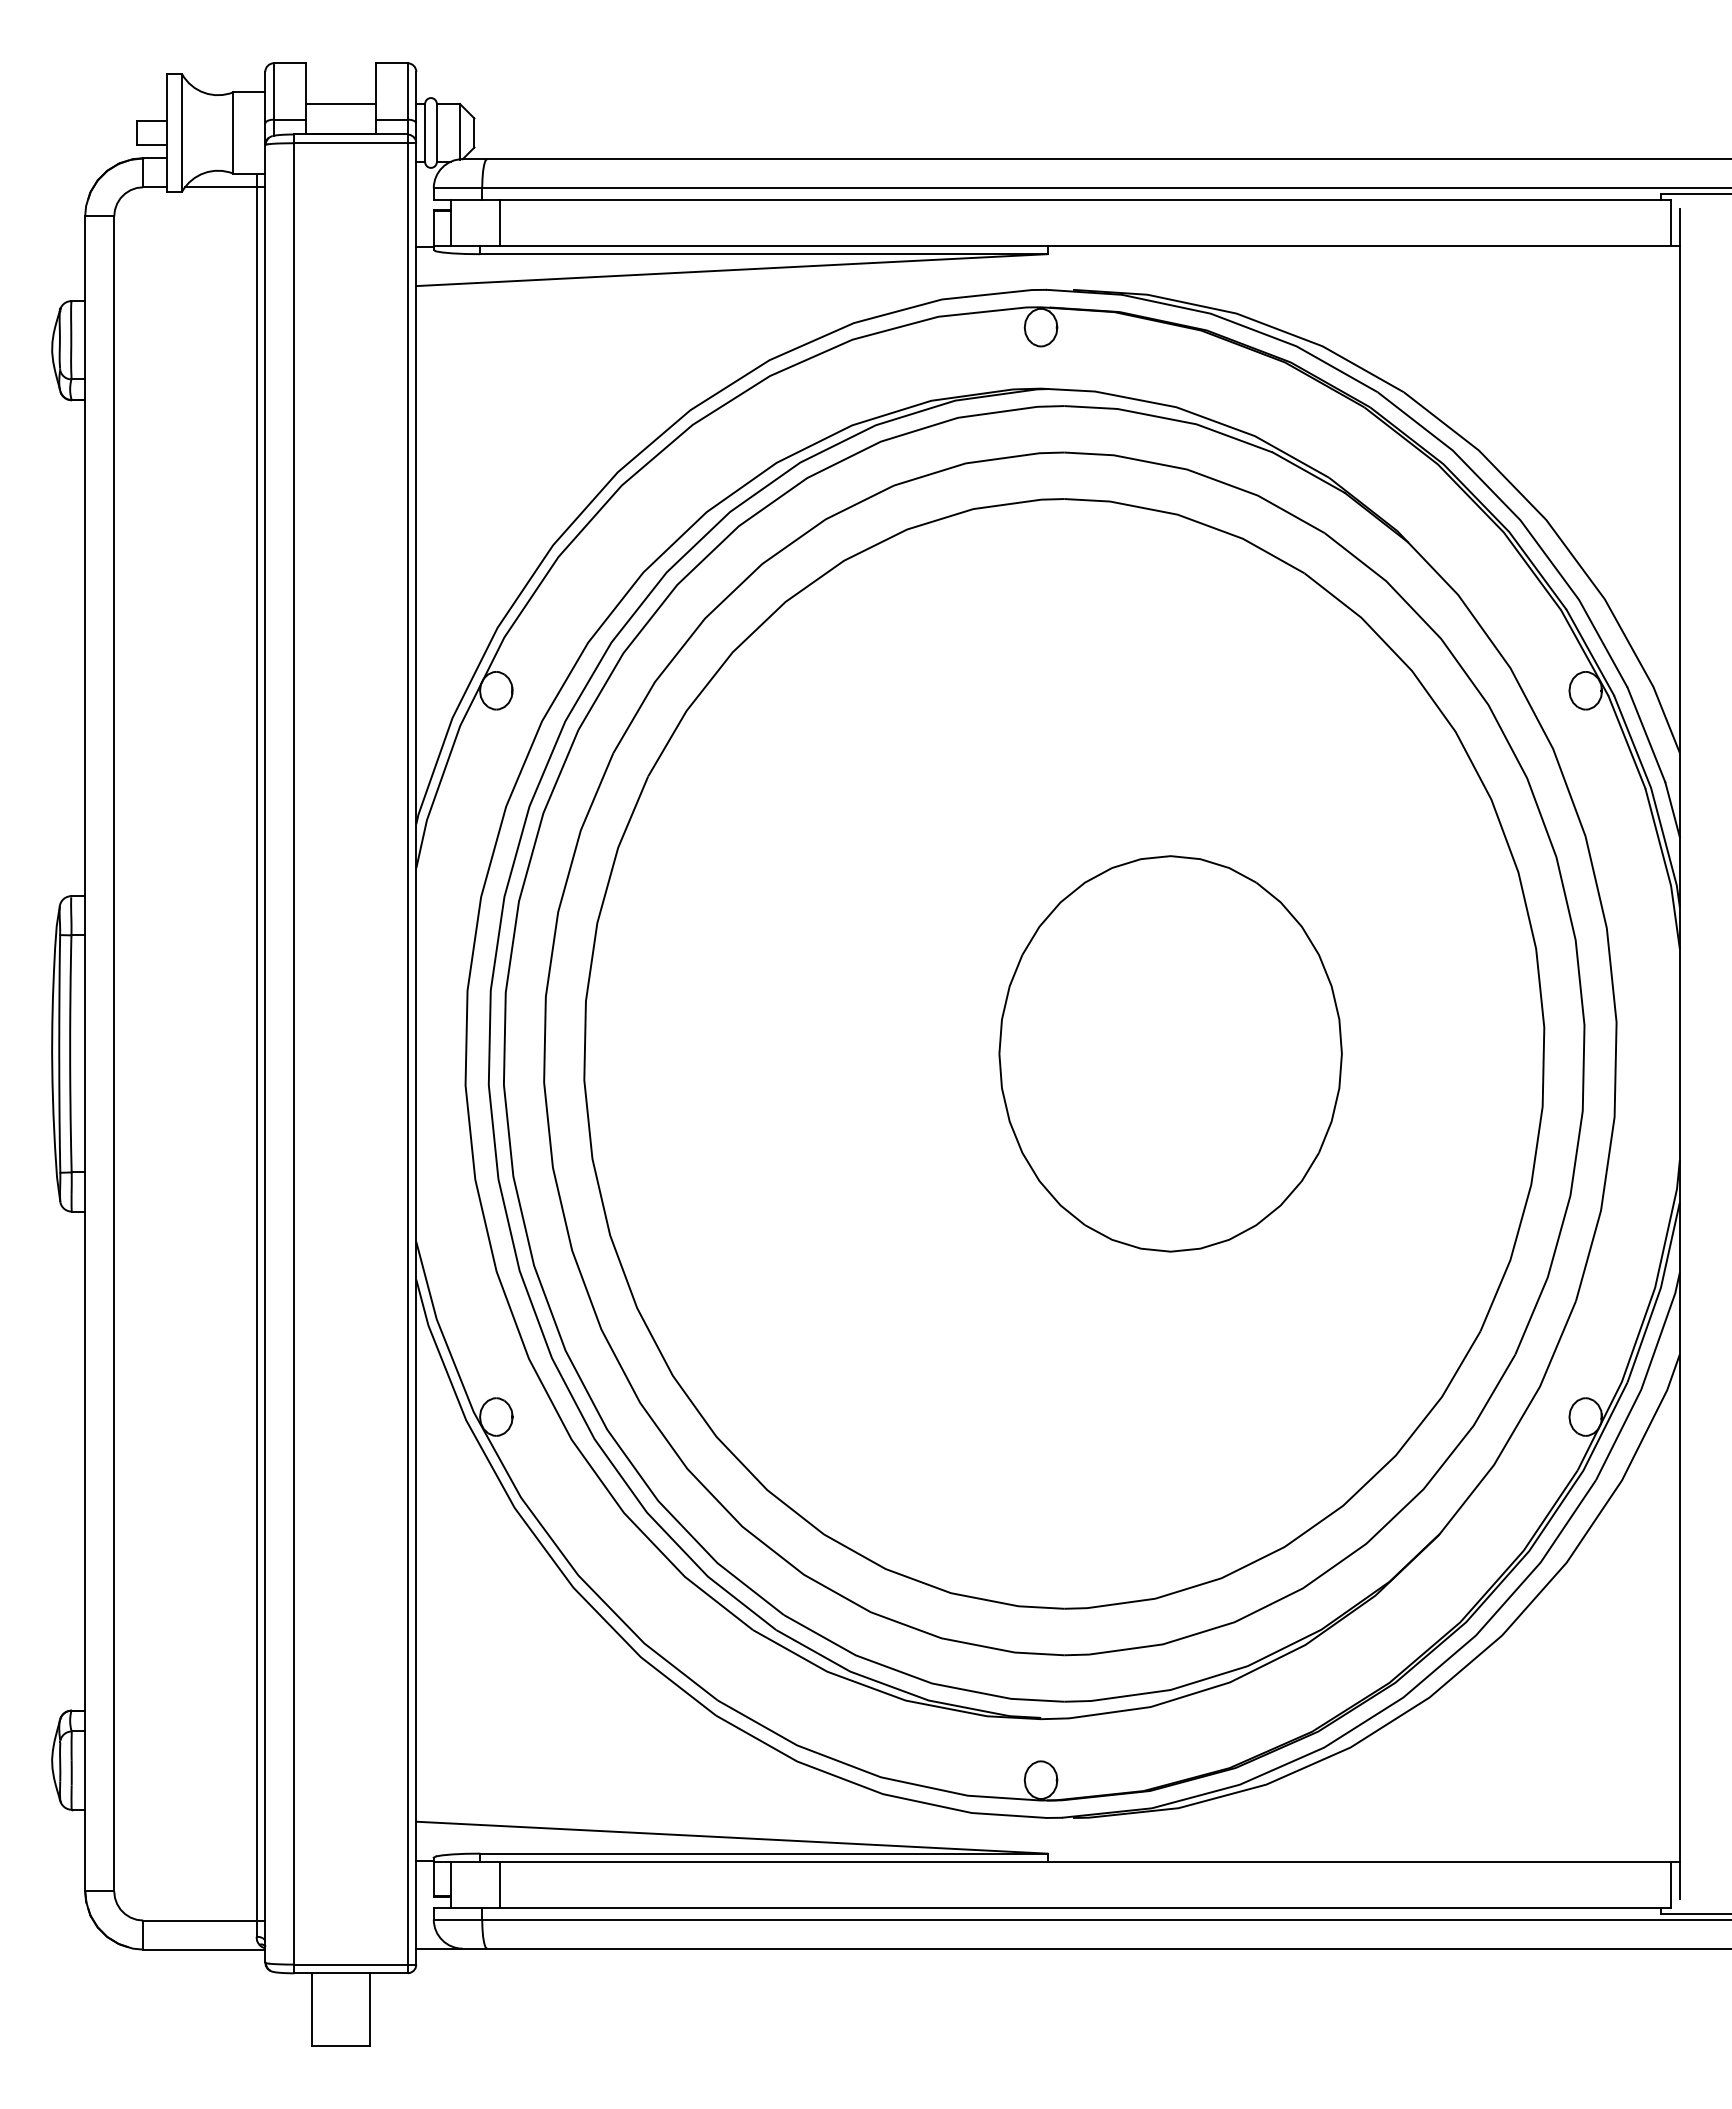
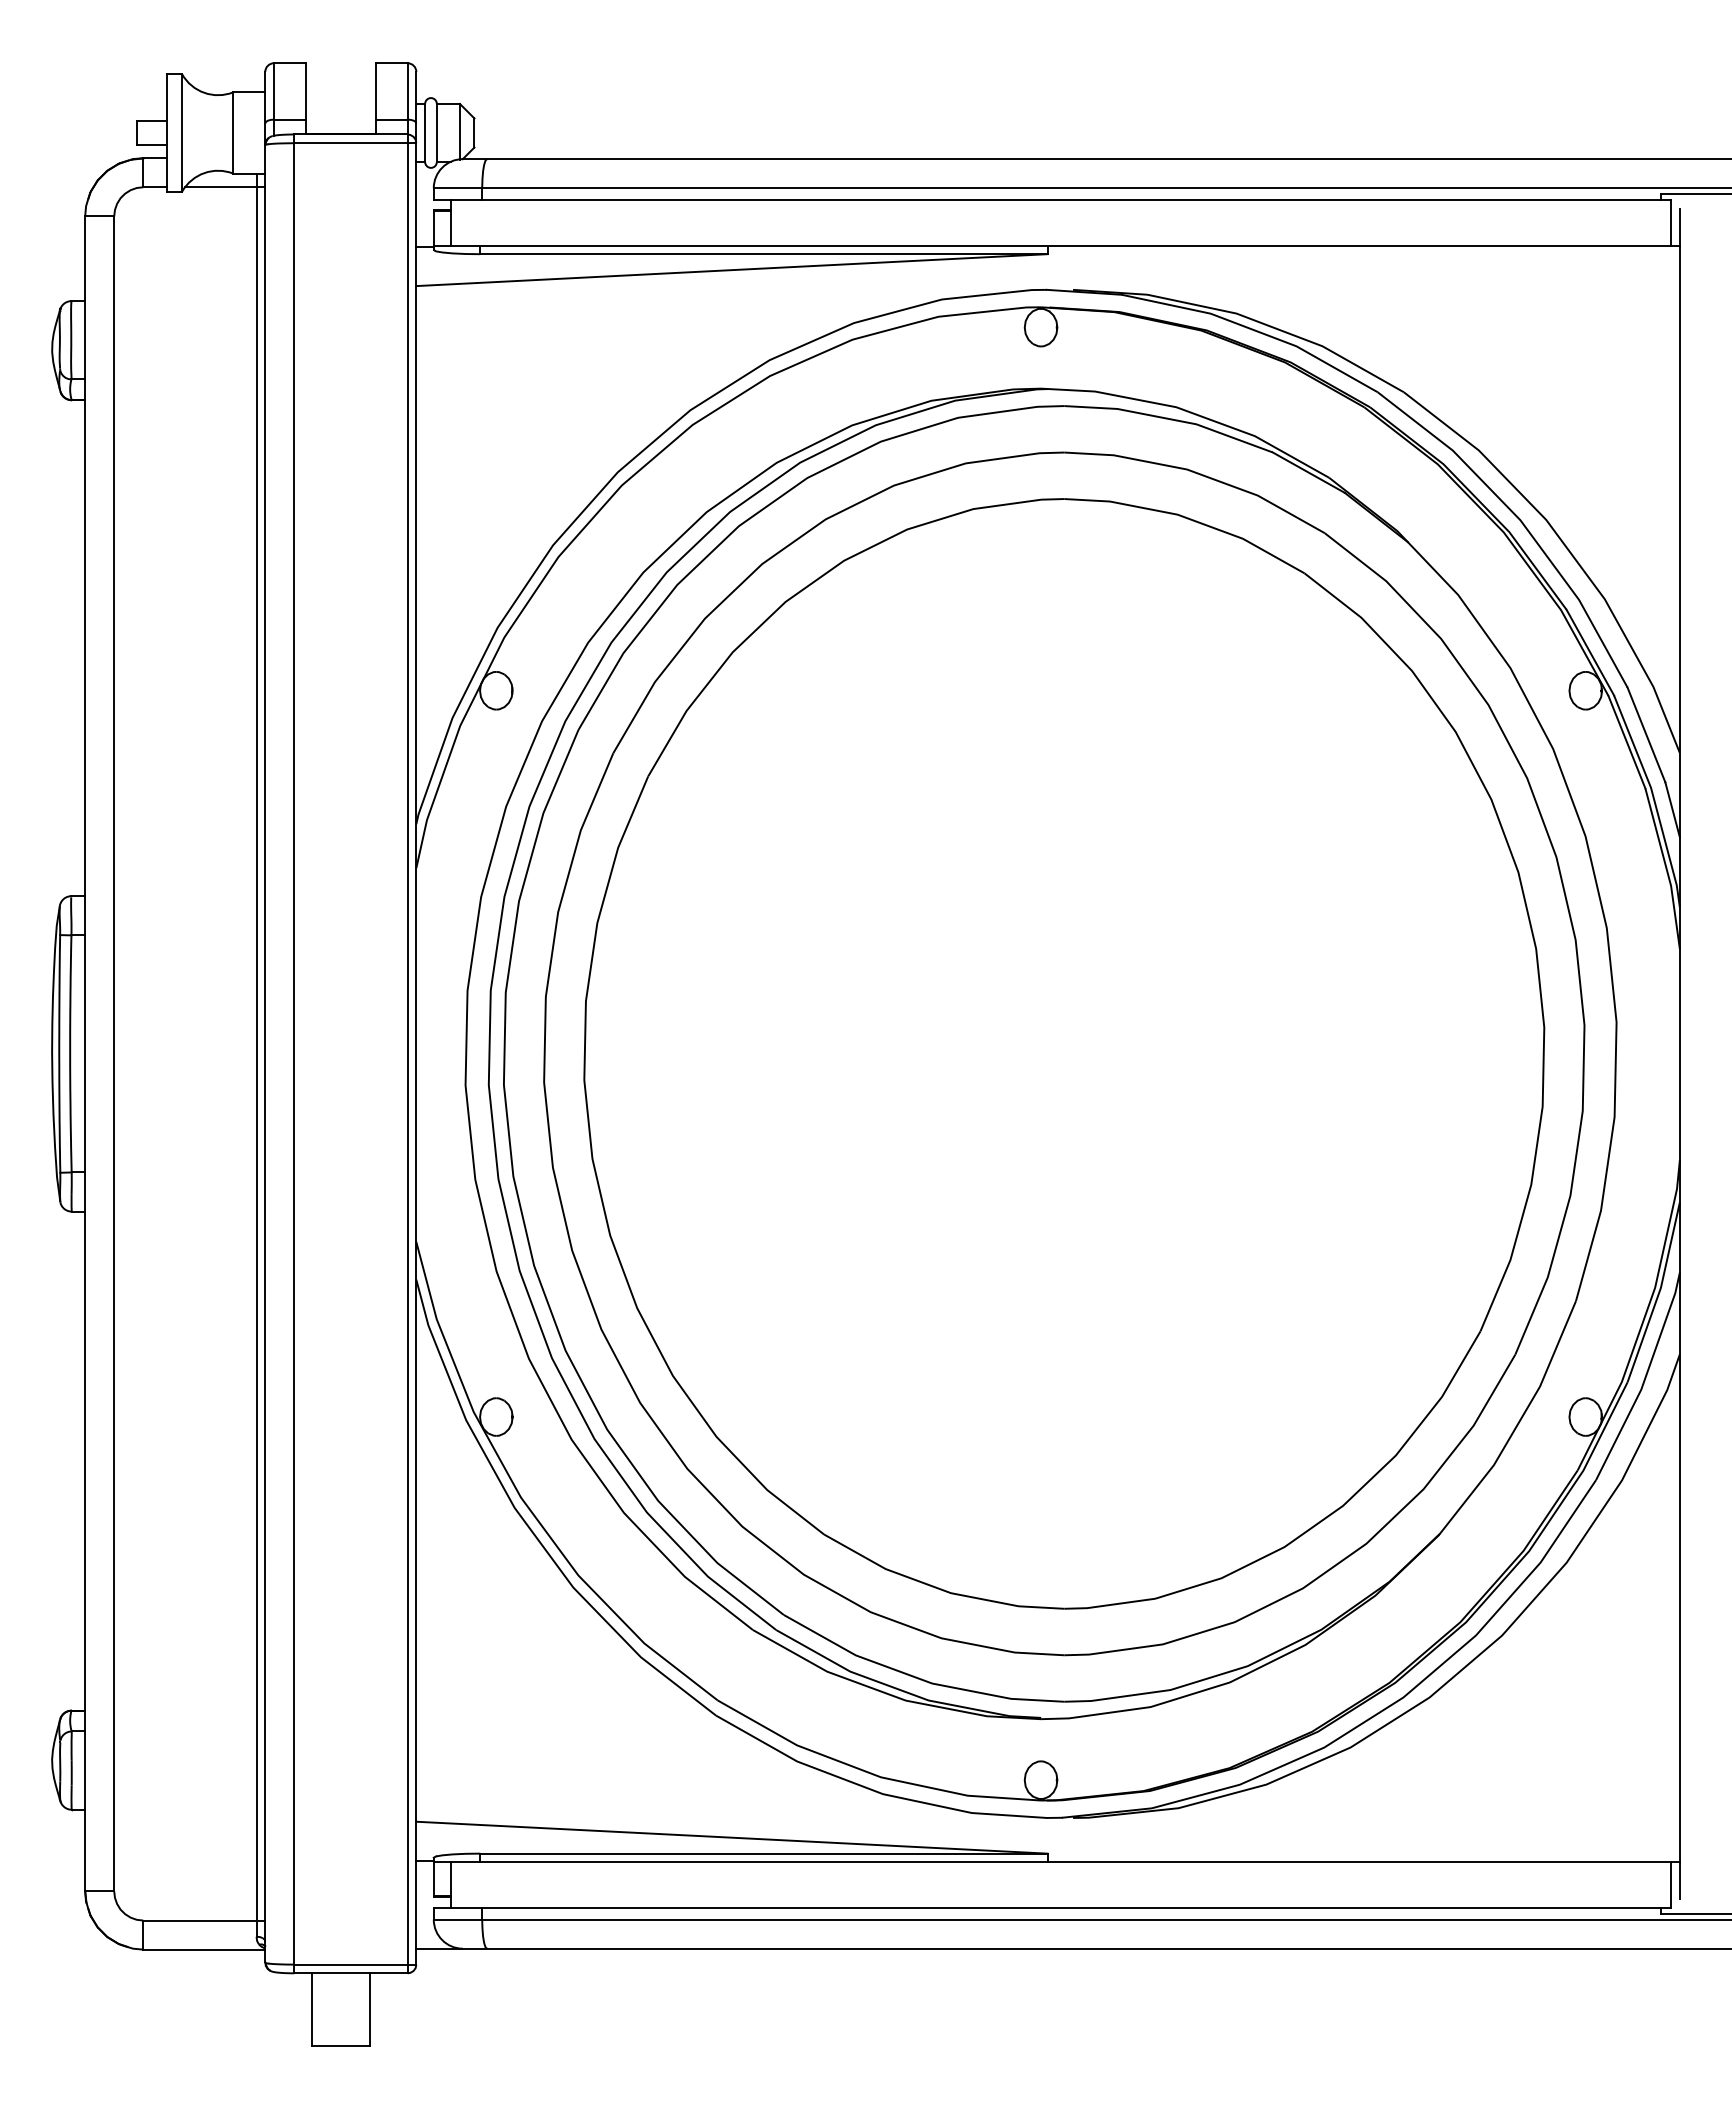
line at (340, 103): present -> none
line at (499, 222): present -> none
part at (1170, 1053): present -> none
line at (499, 1884): present -> none
